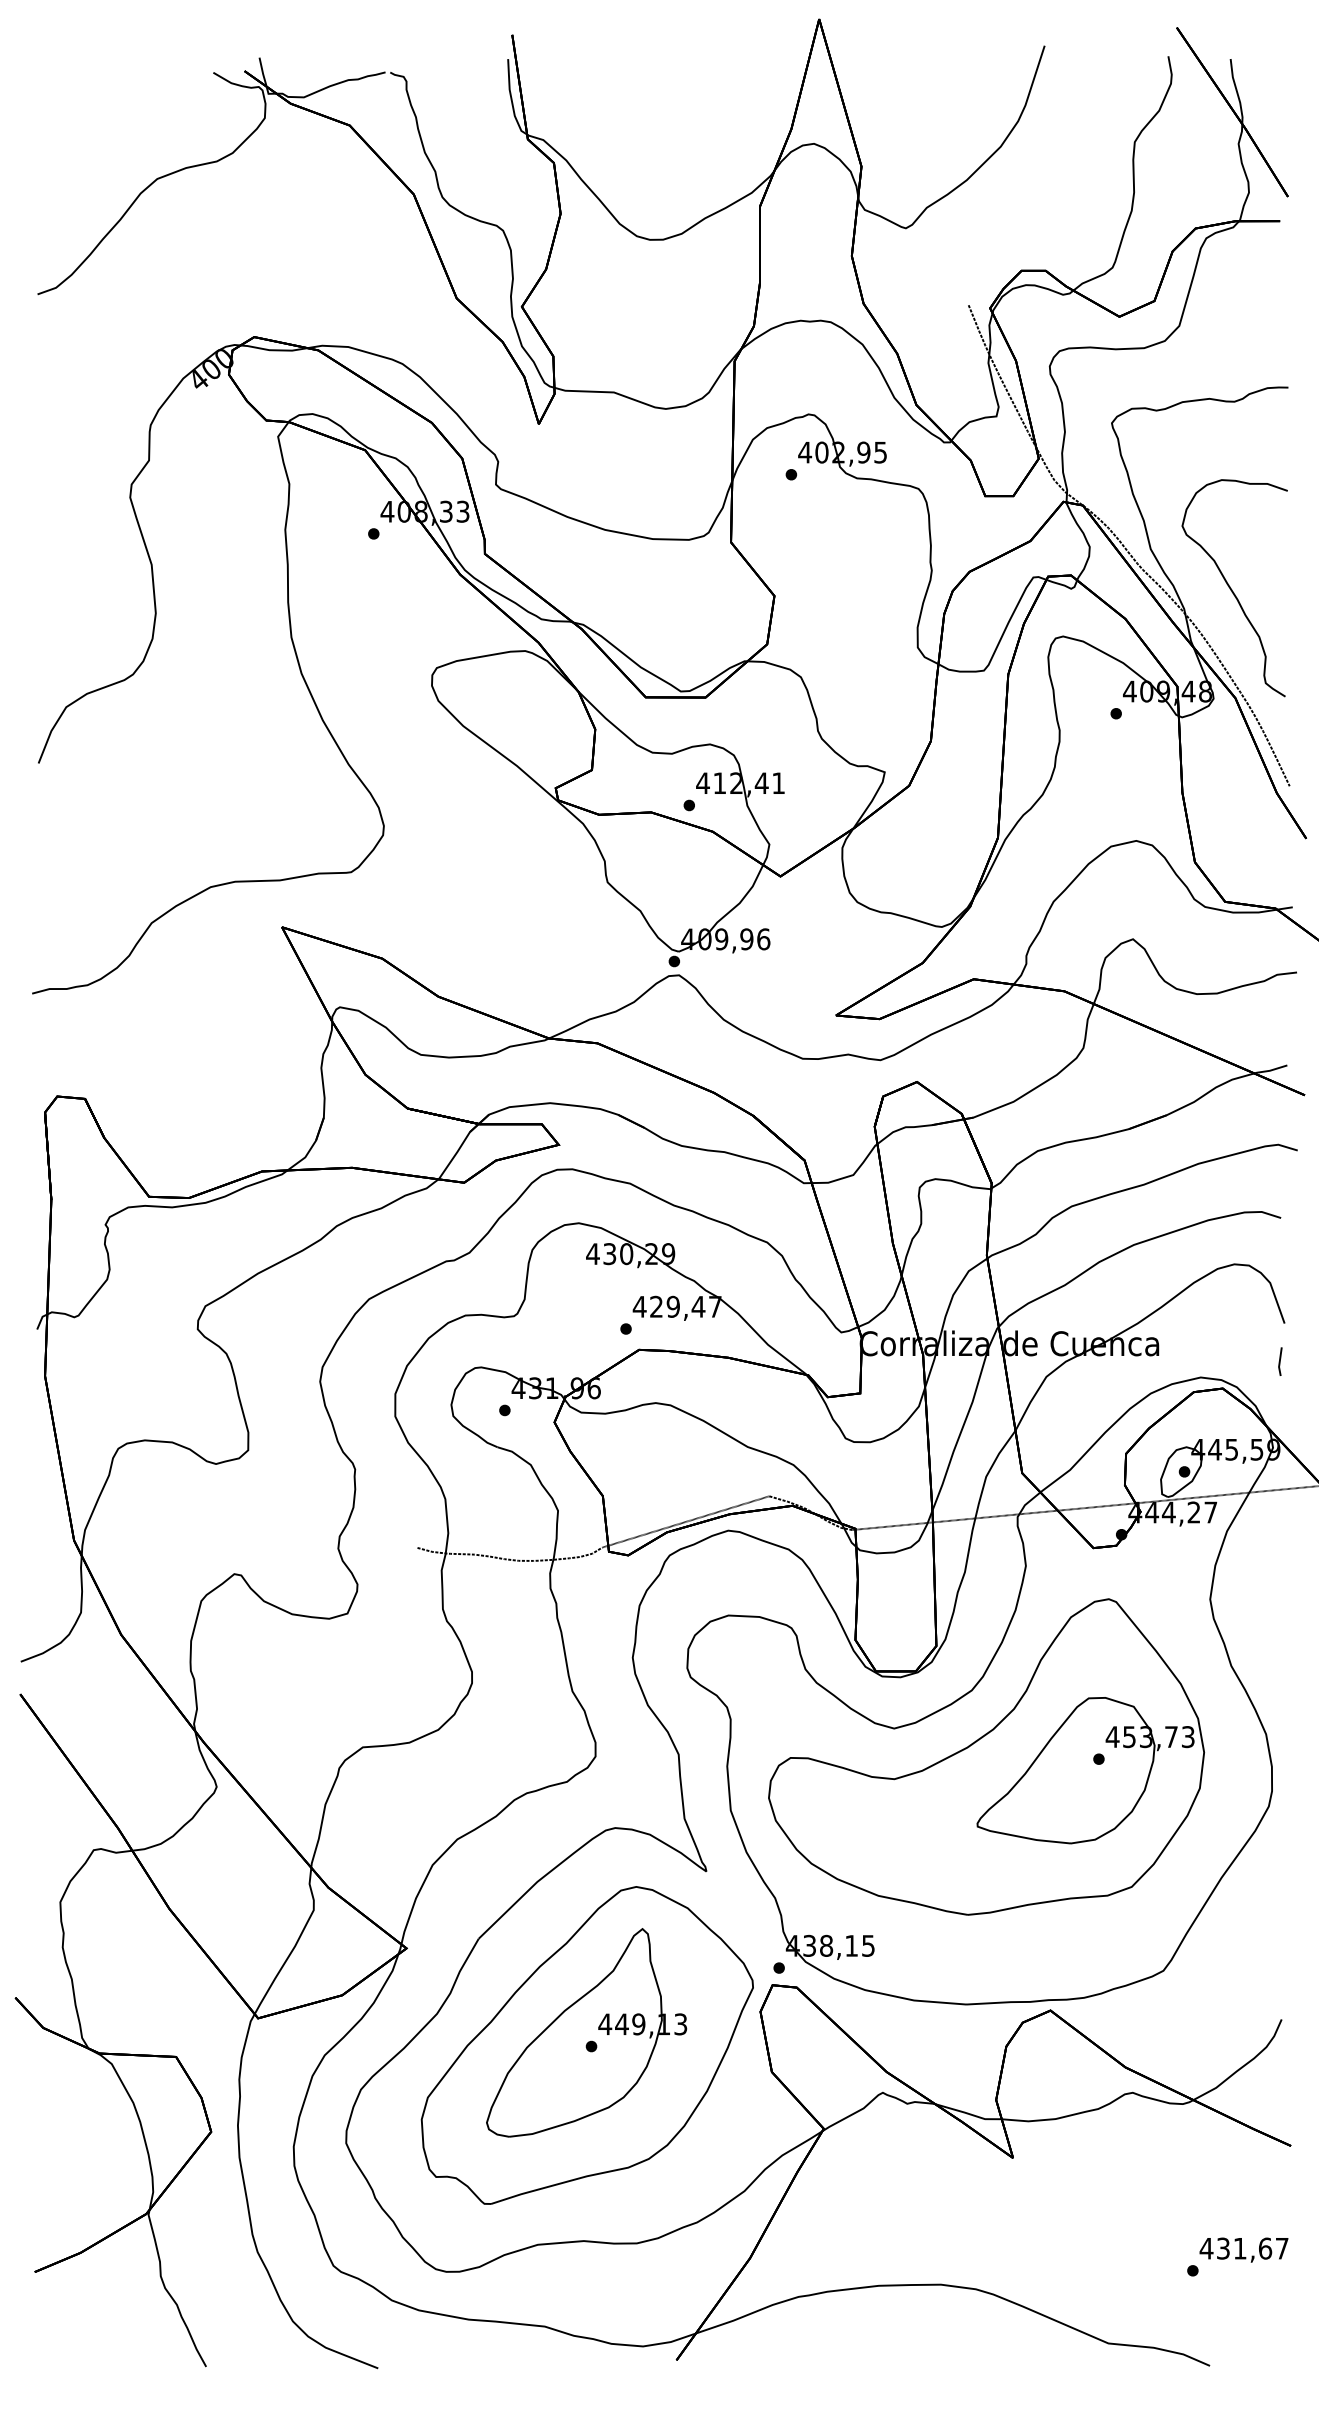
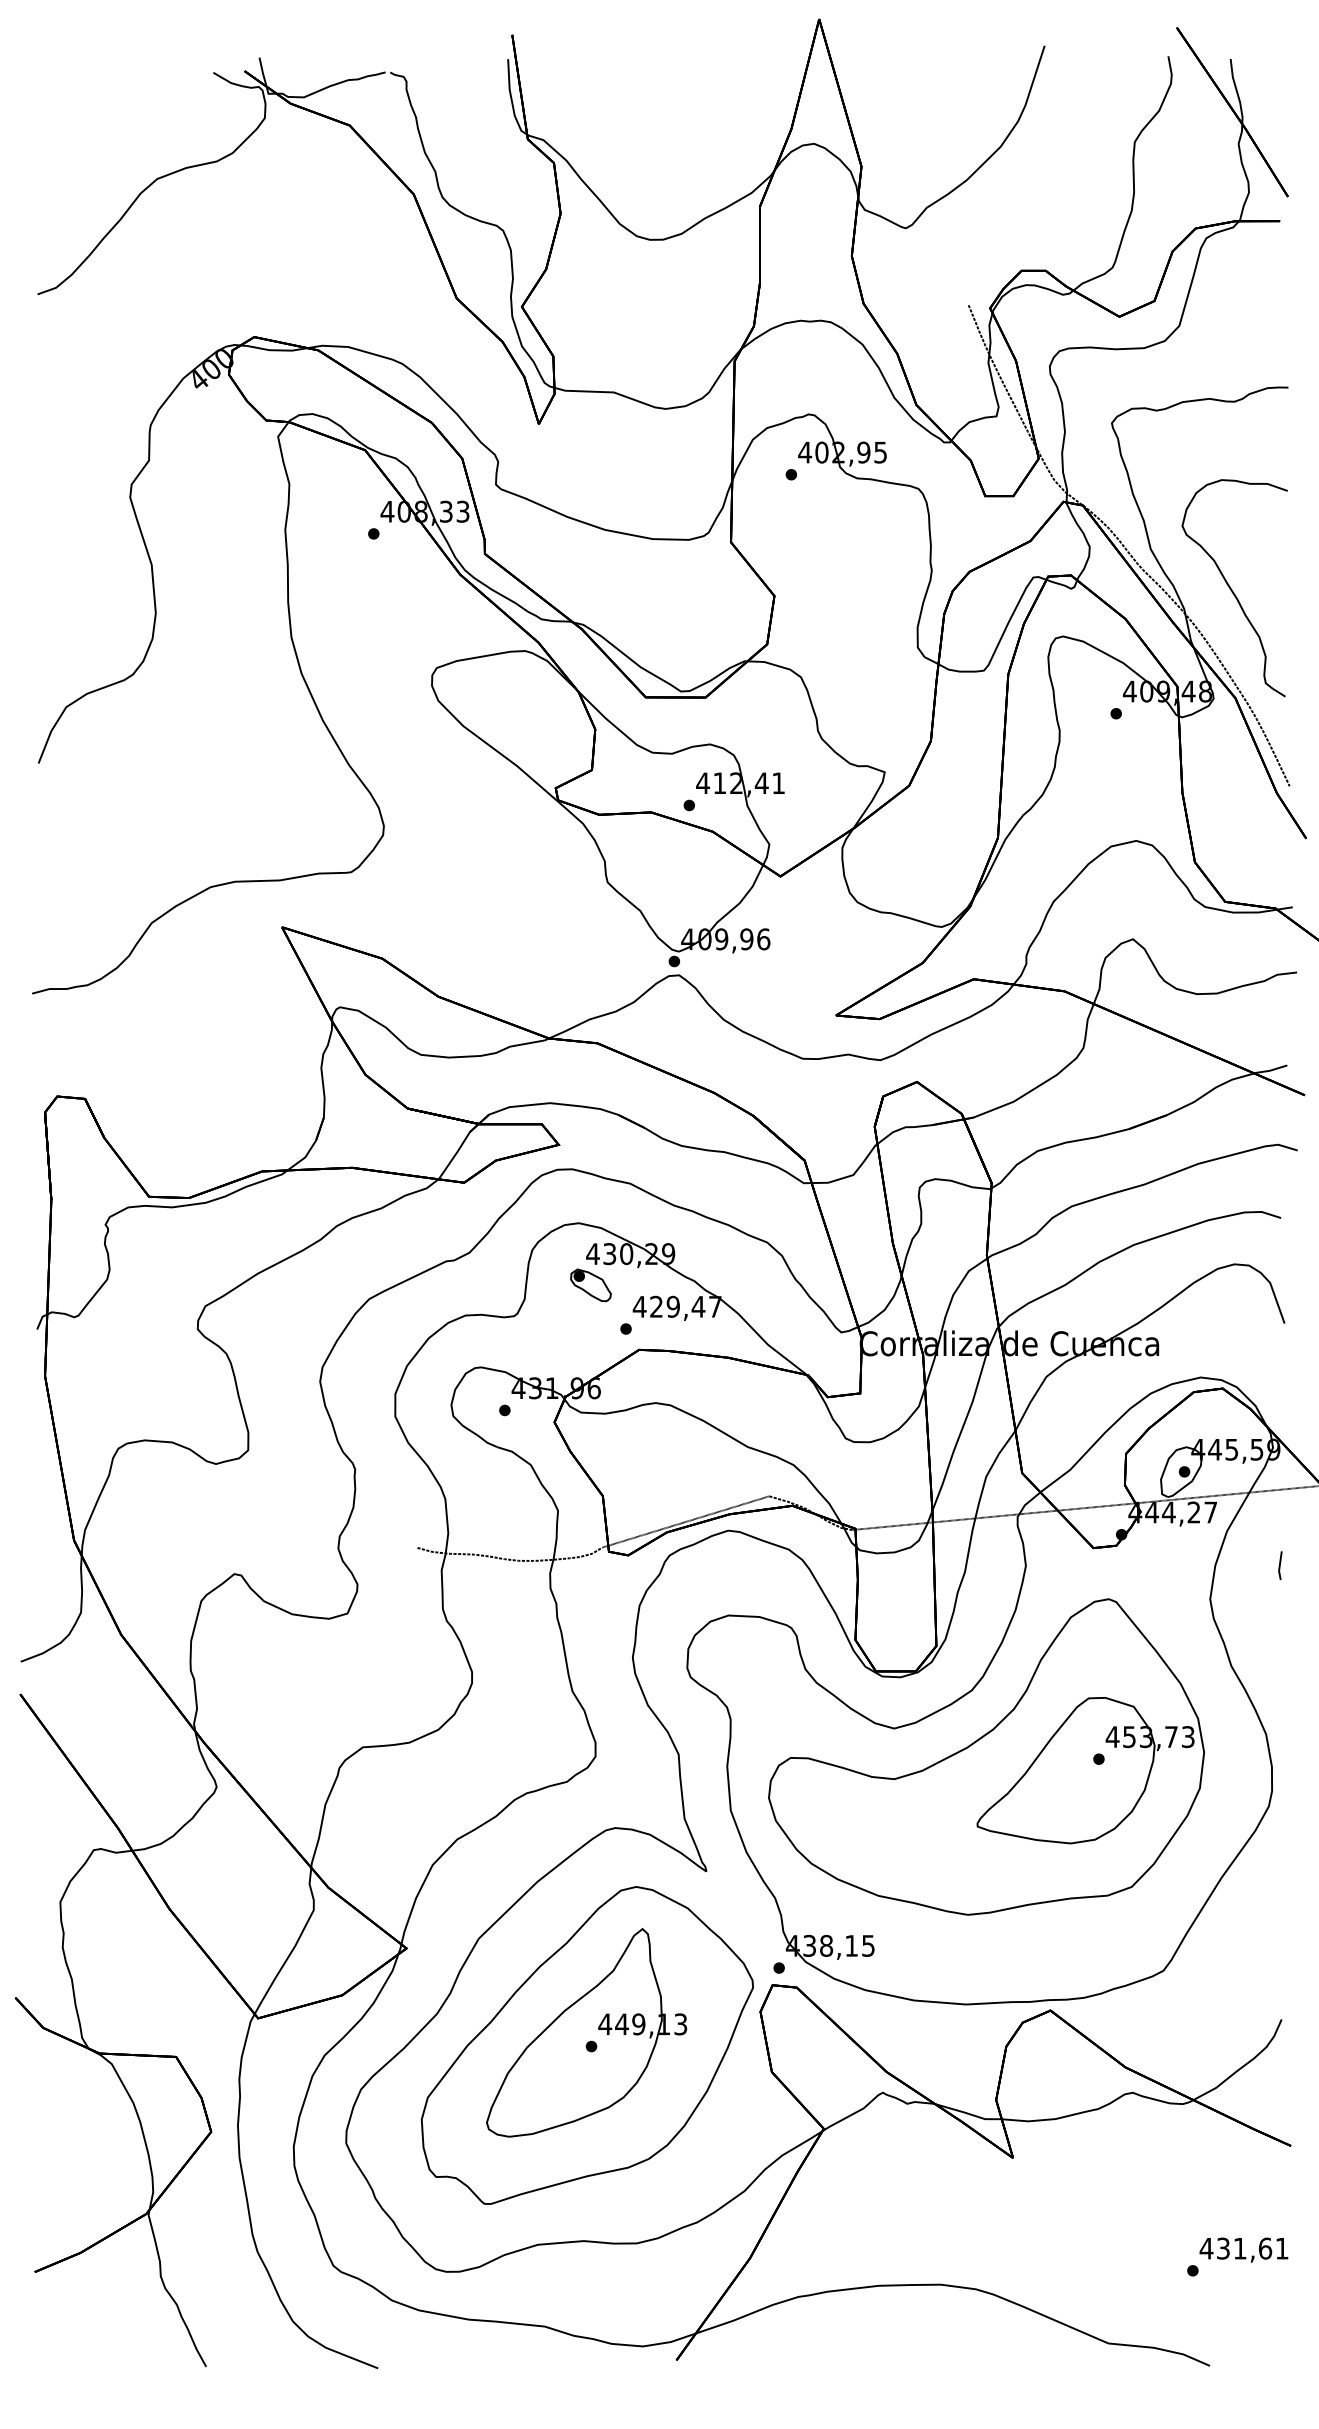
part at (590, 1285): none -> present
line at (1280, 1361) position: (1280, 1361) -> (1280, 1565)
text at (1282, 2248): 431,67 -> 431,61
